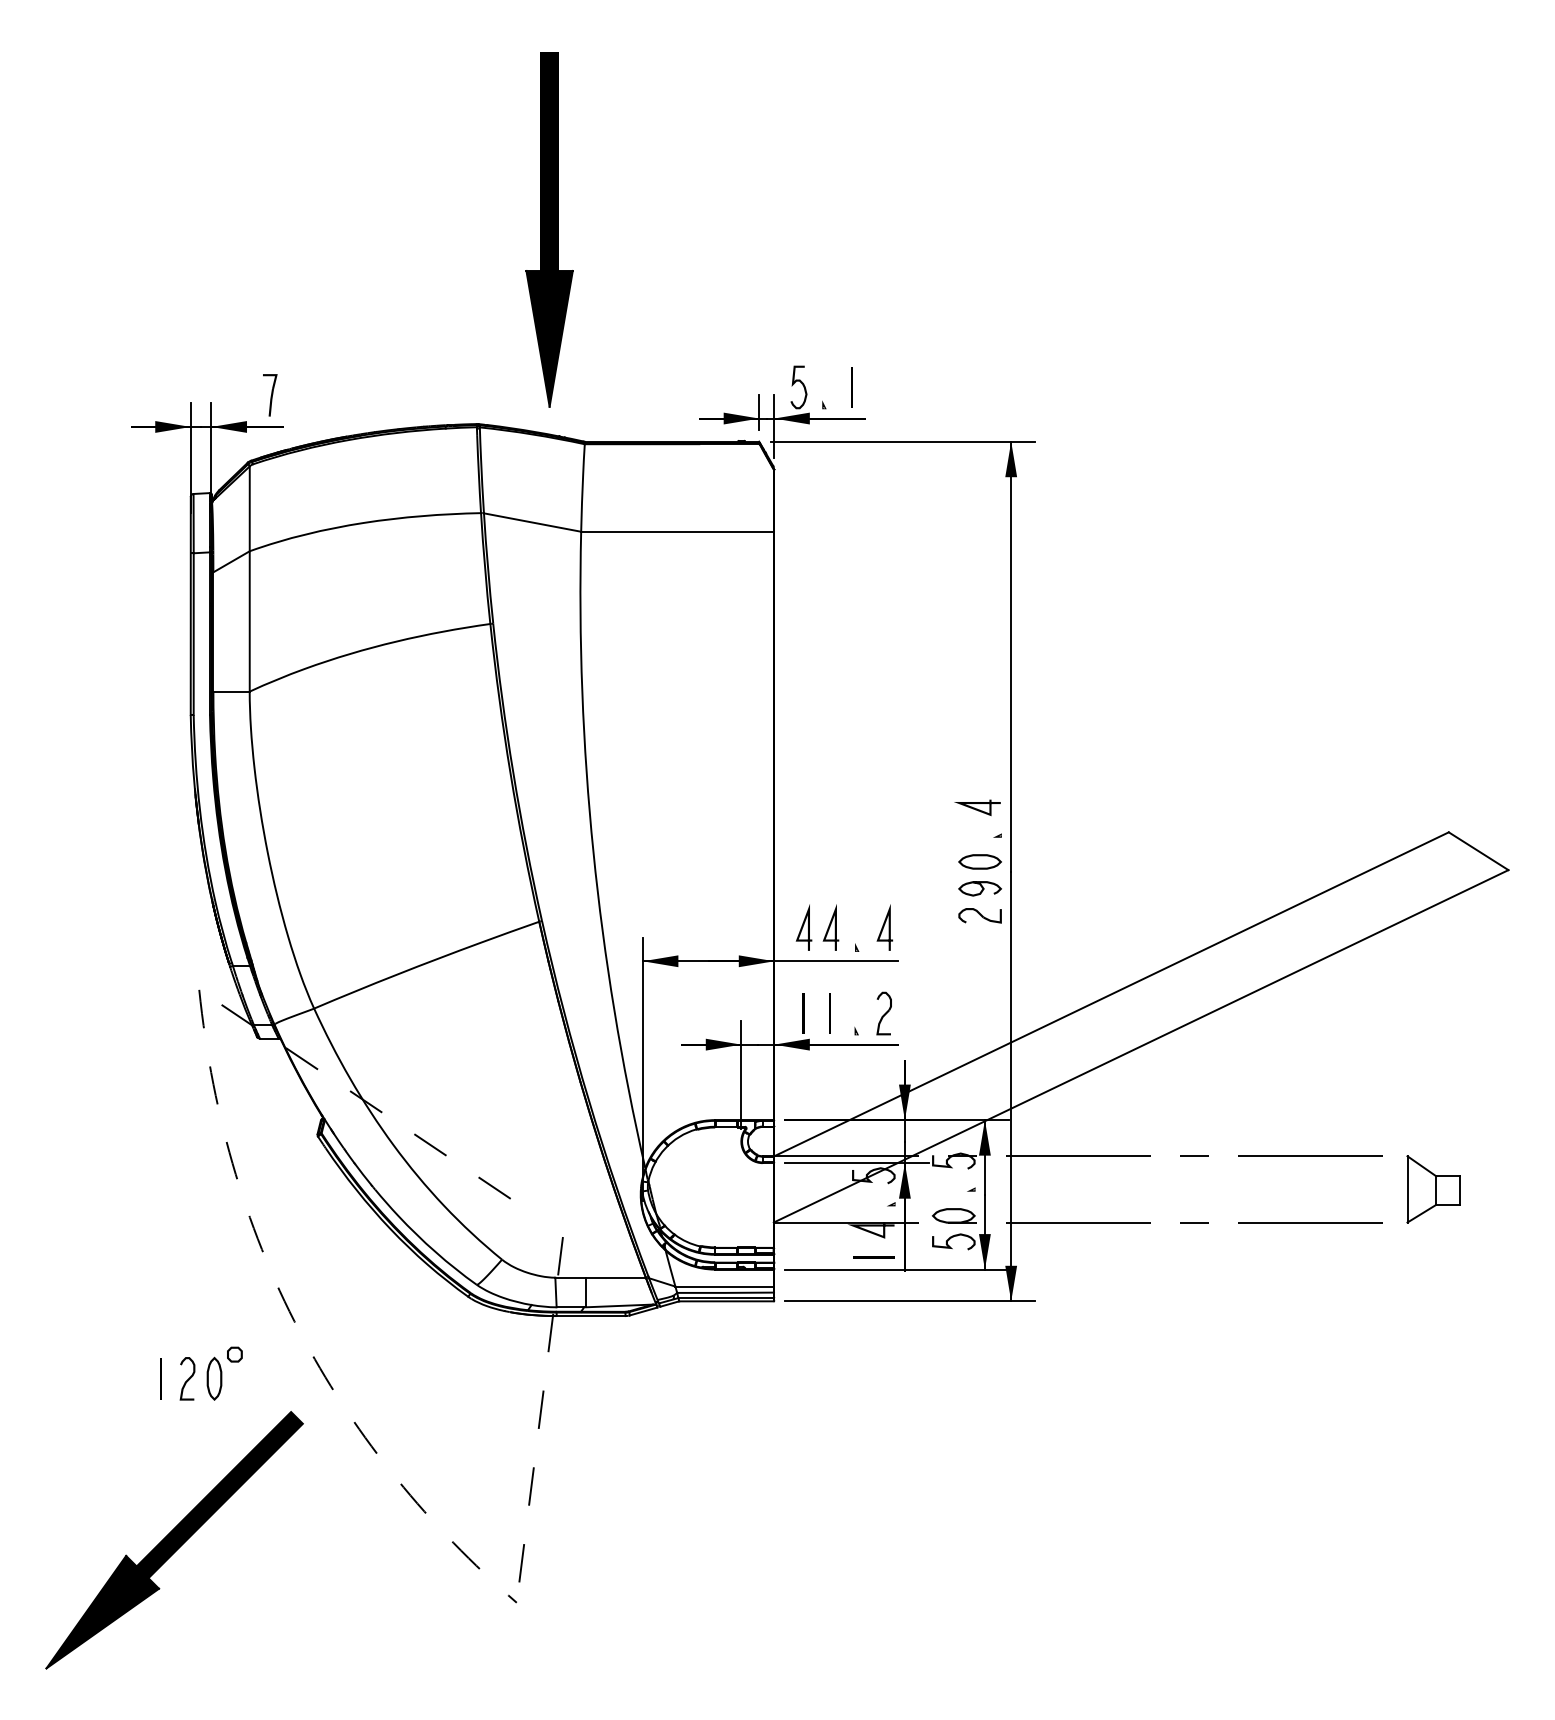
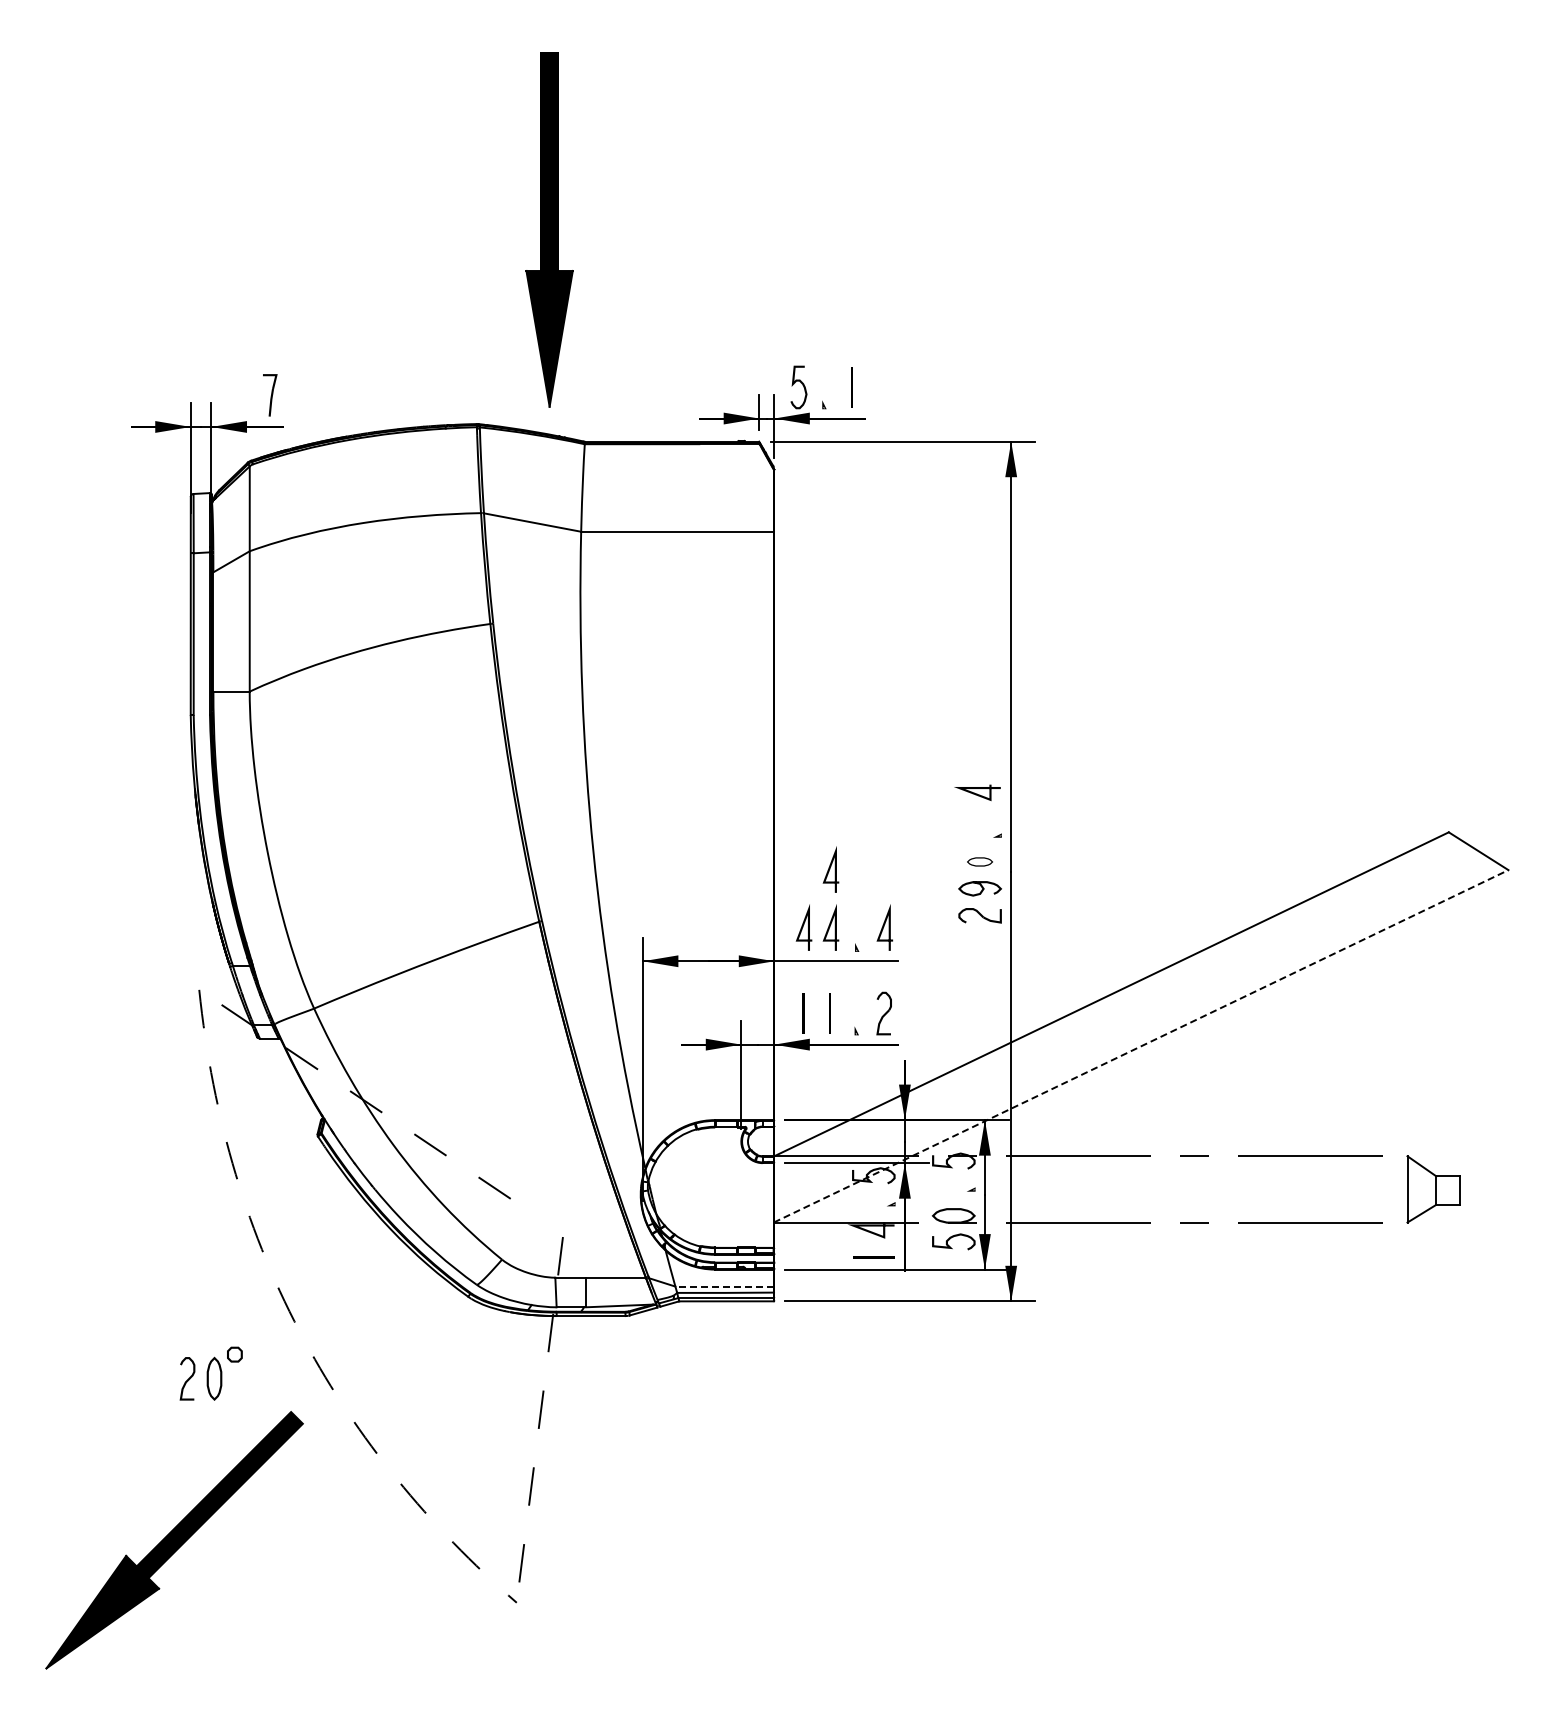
line at (977, 808) position: (977, 808) -> (977, 793)
part at (979, 861) size: 44x16 px -> 26x10 px
line at (830, 869): none -> present
line at (1141, 1046): solid -> dashed
line at (724, 1286): solid -> dashed
line at (160, 1378): present -> none
